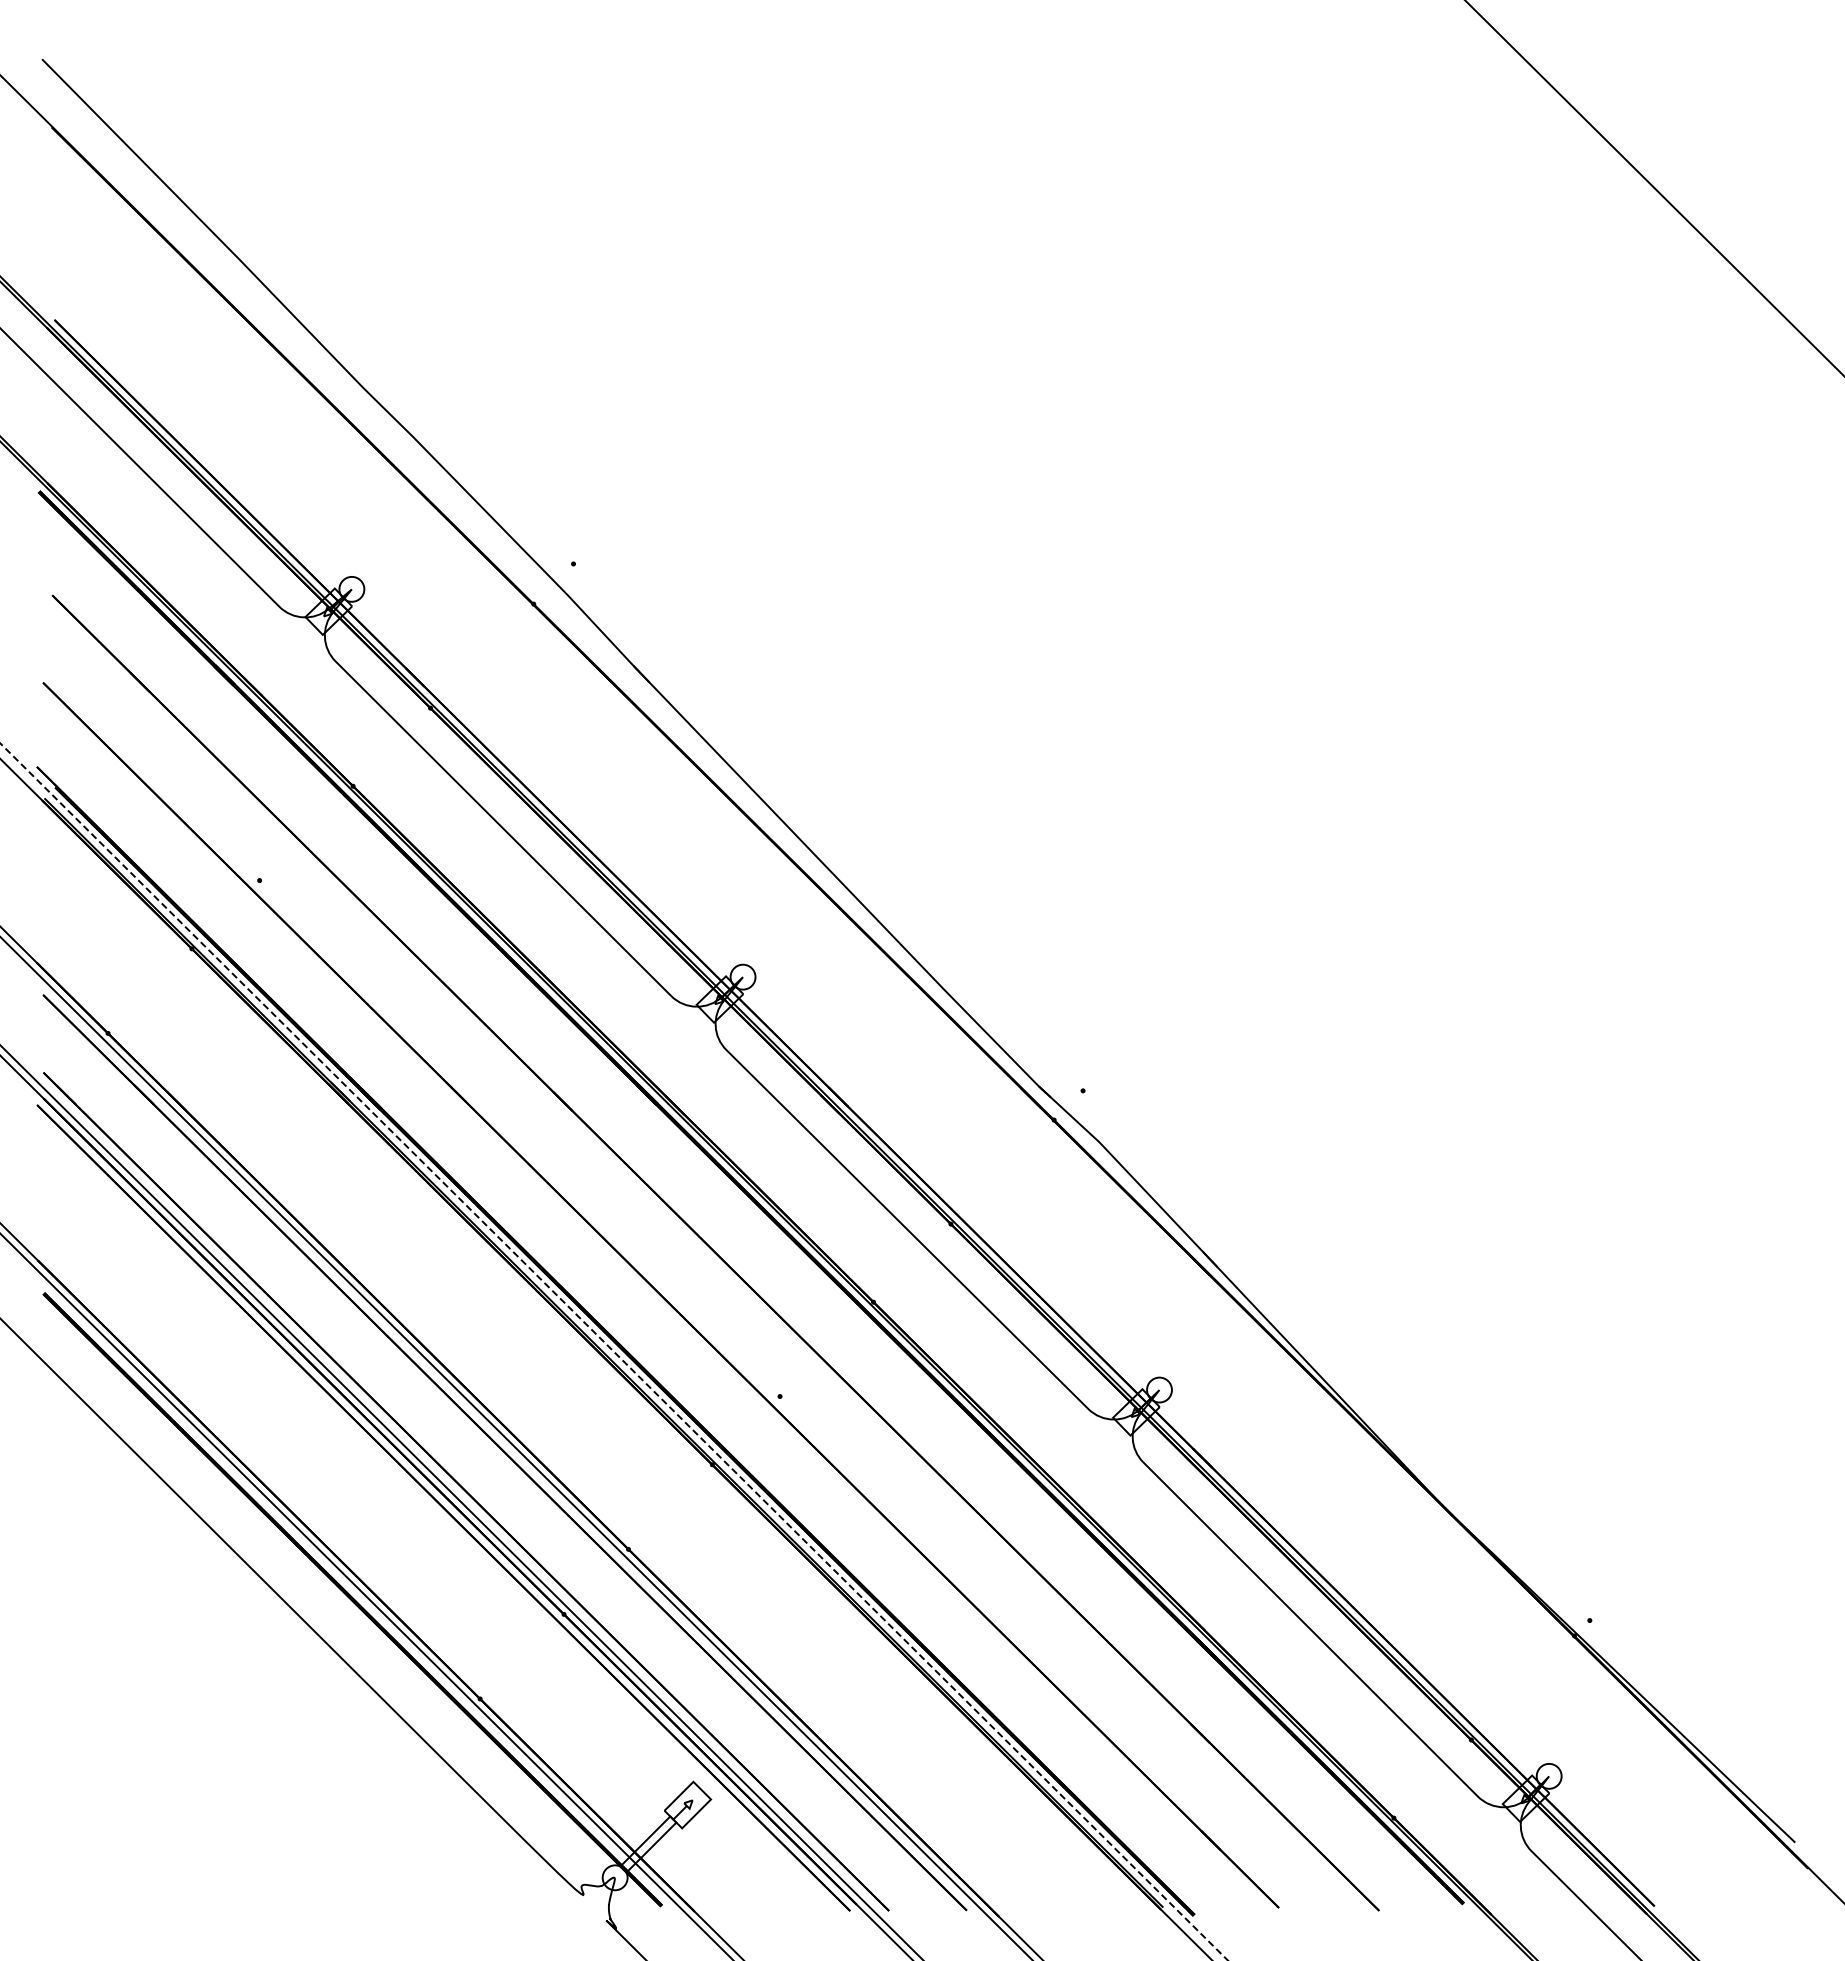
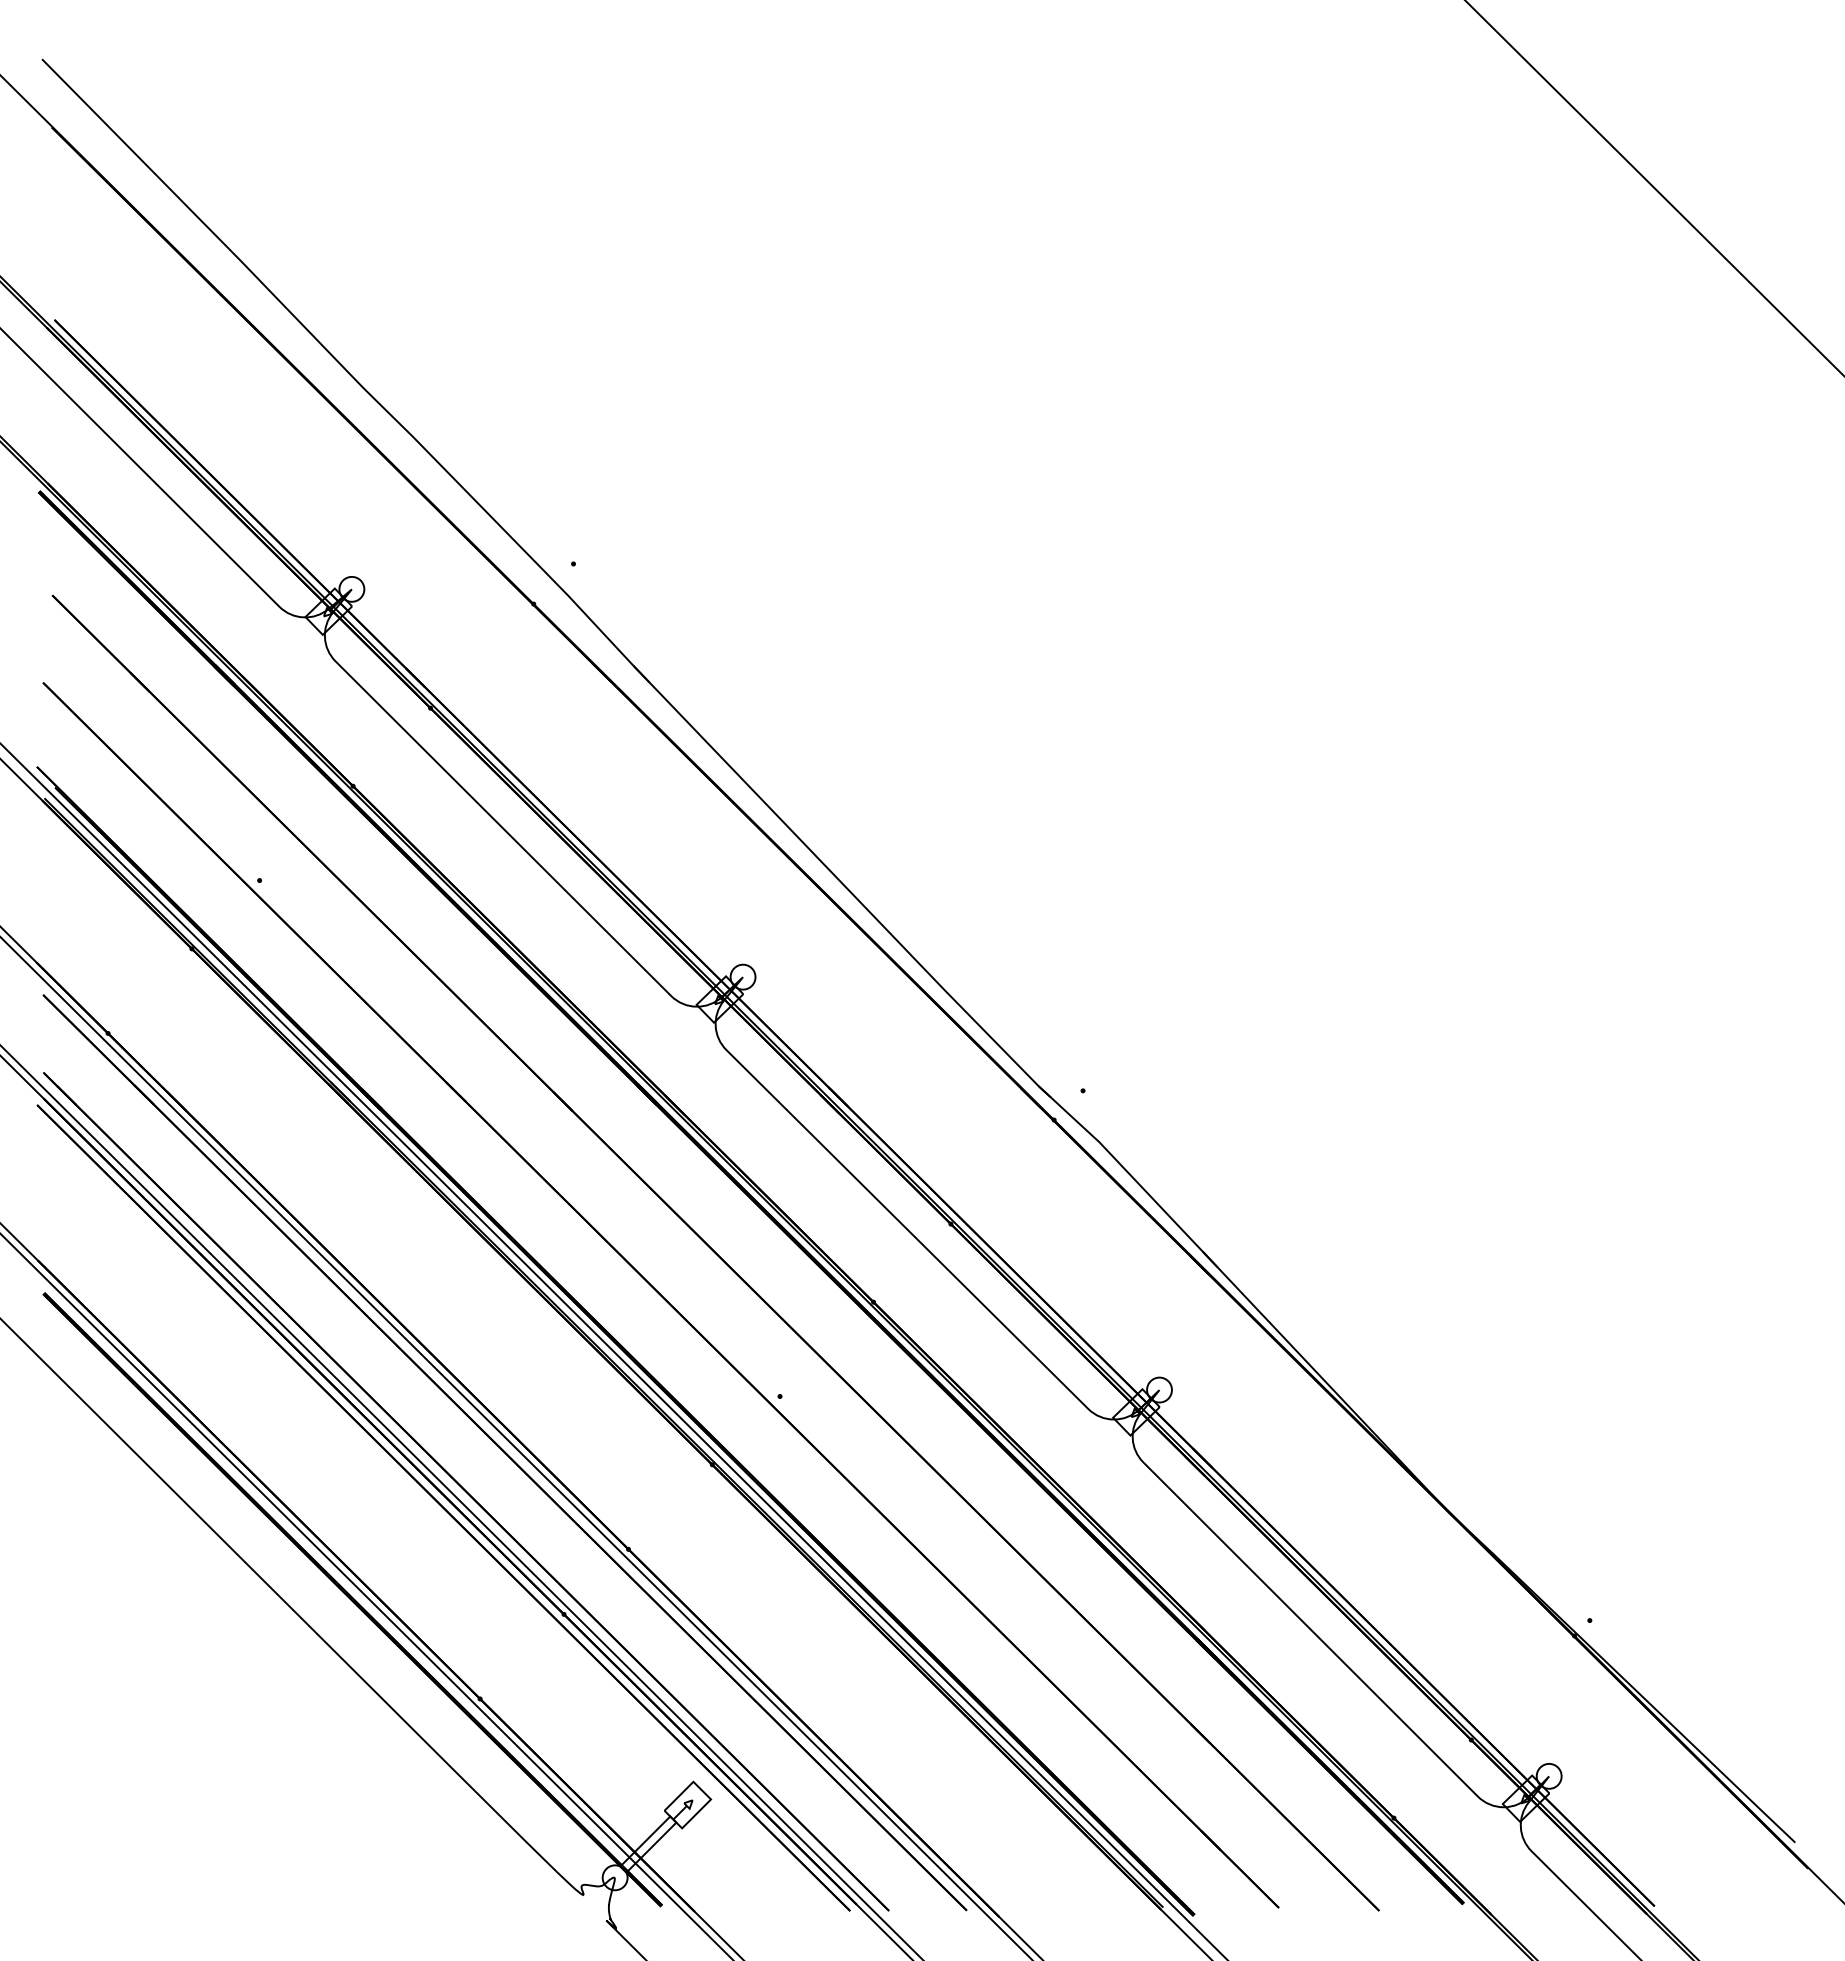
line at (614, 1352): dashed -> solid
